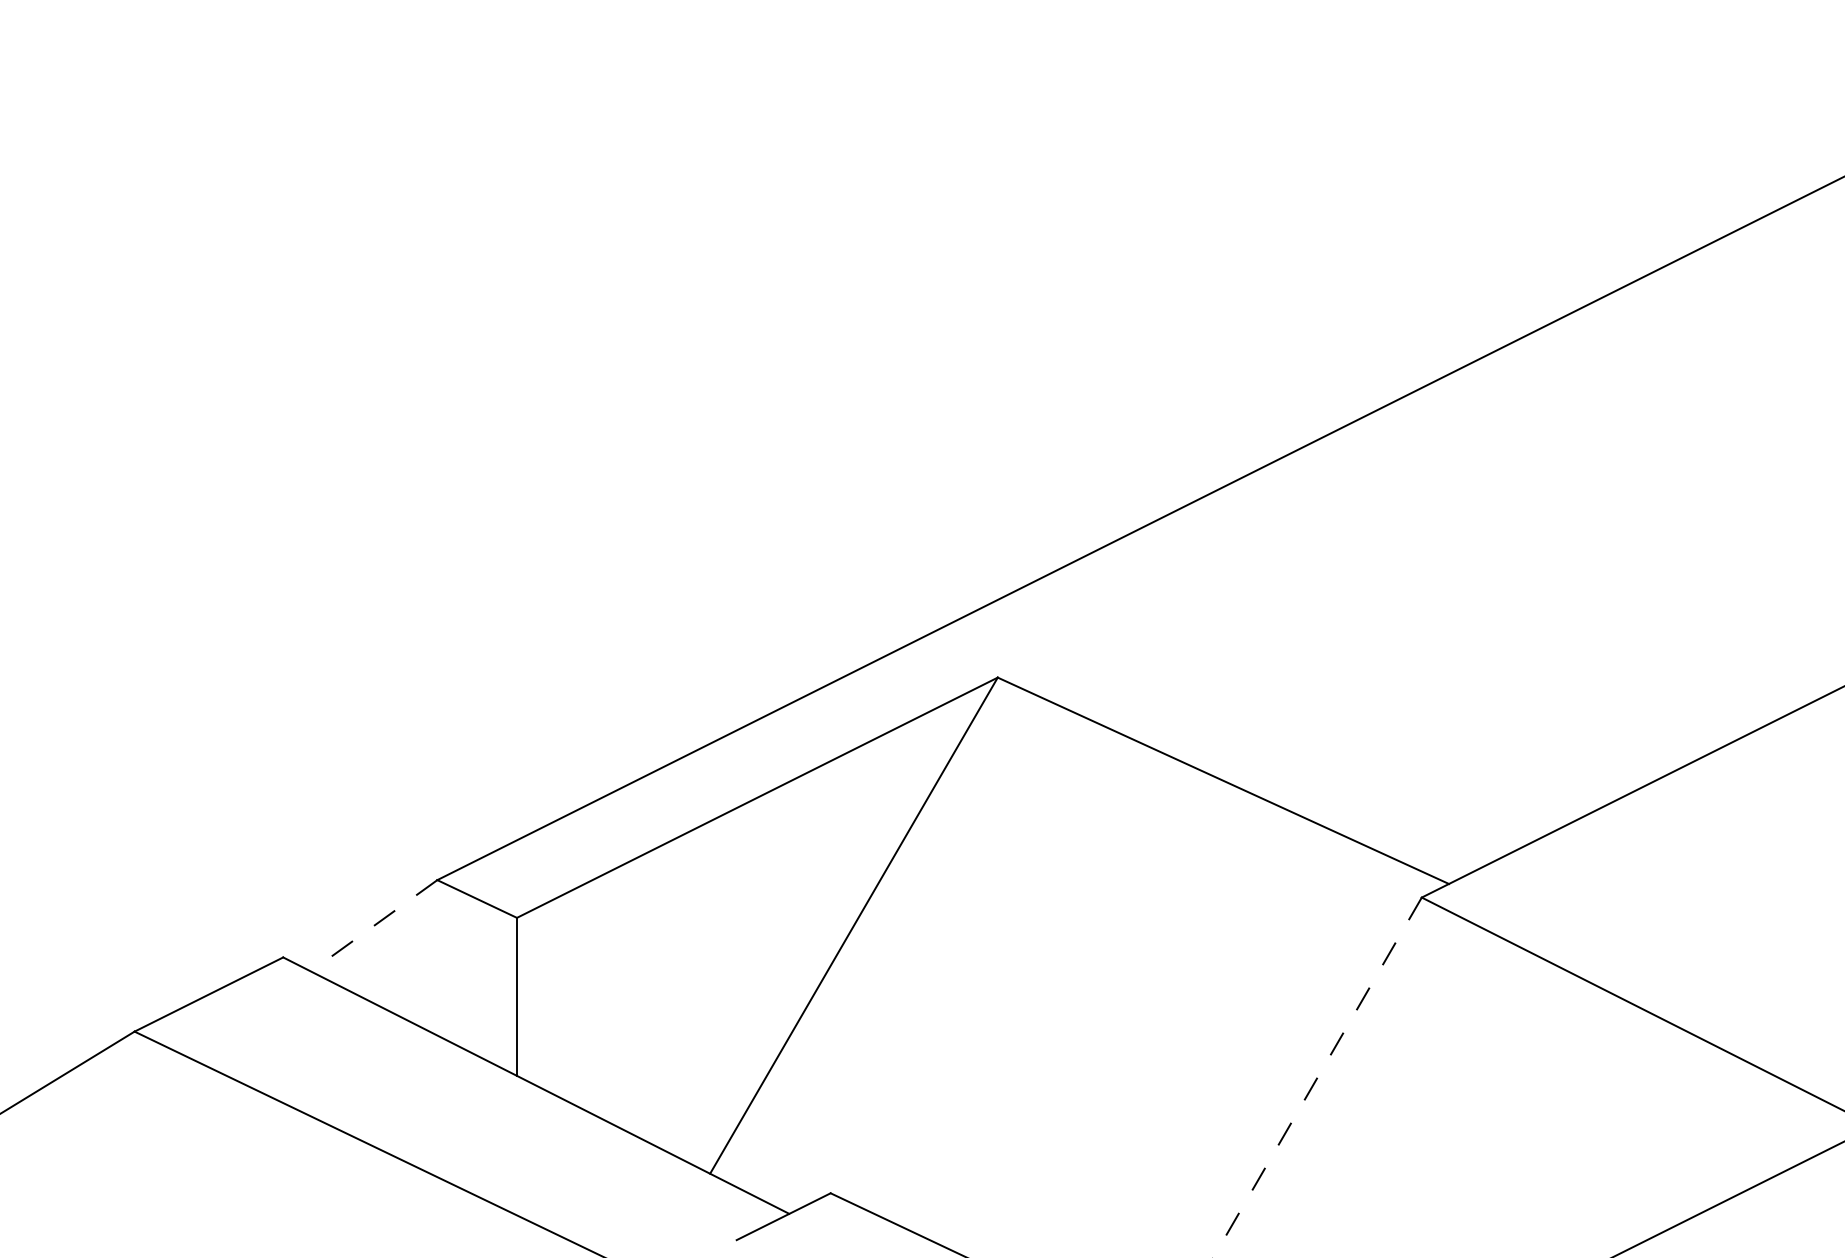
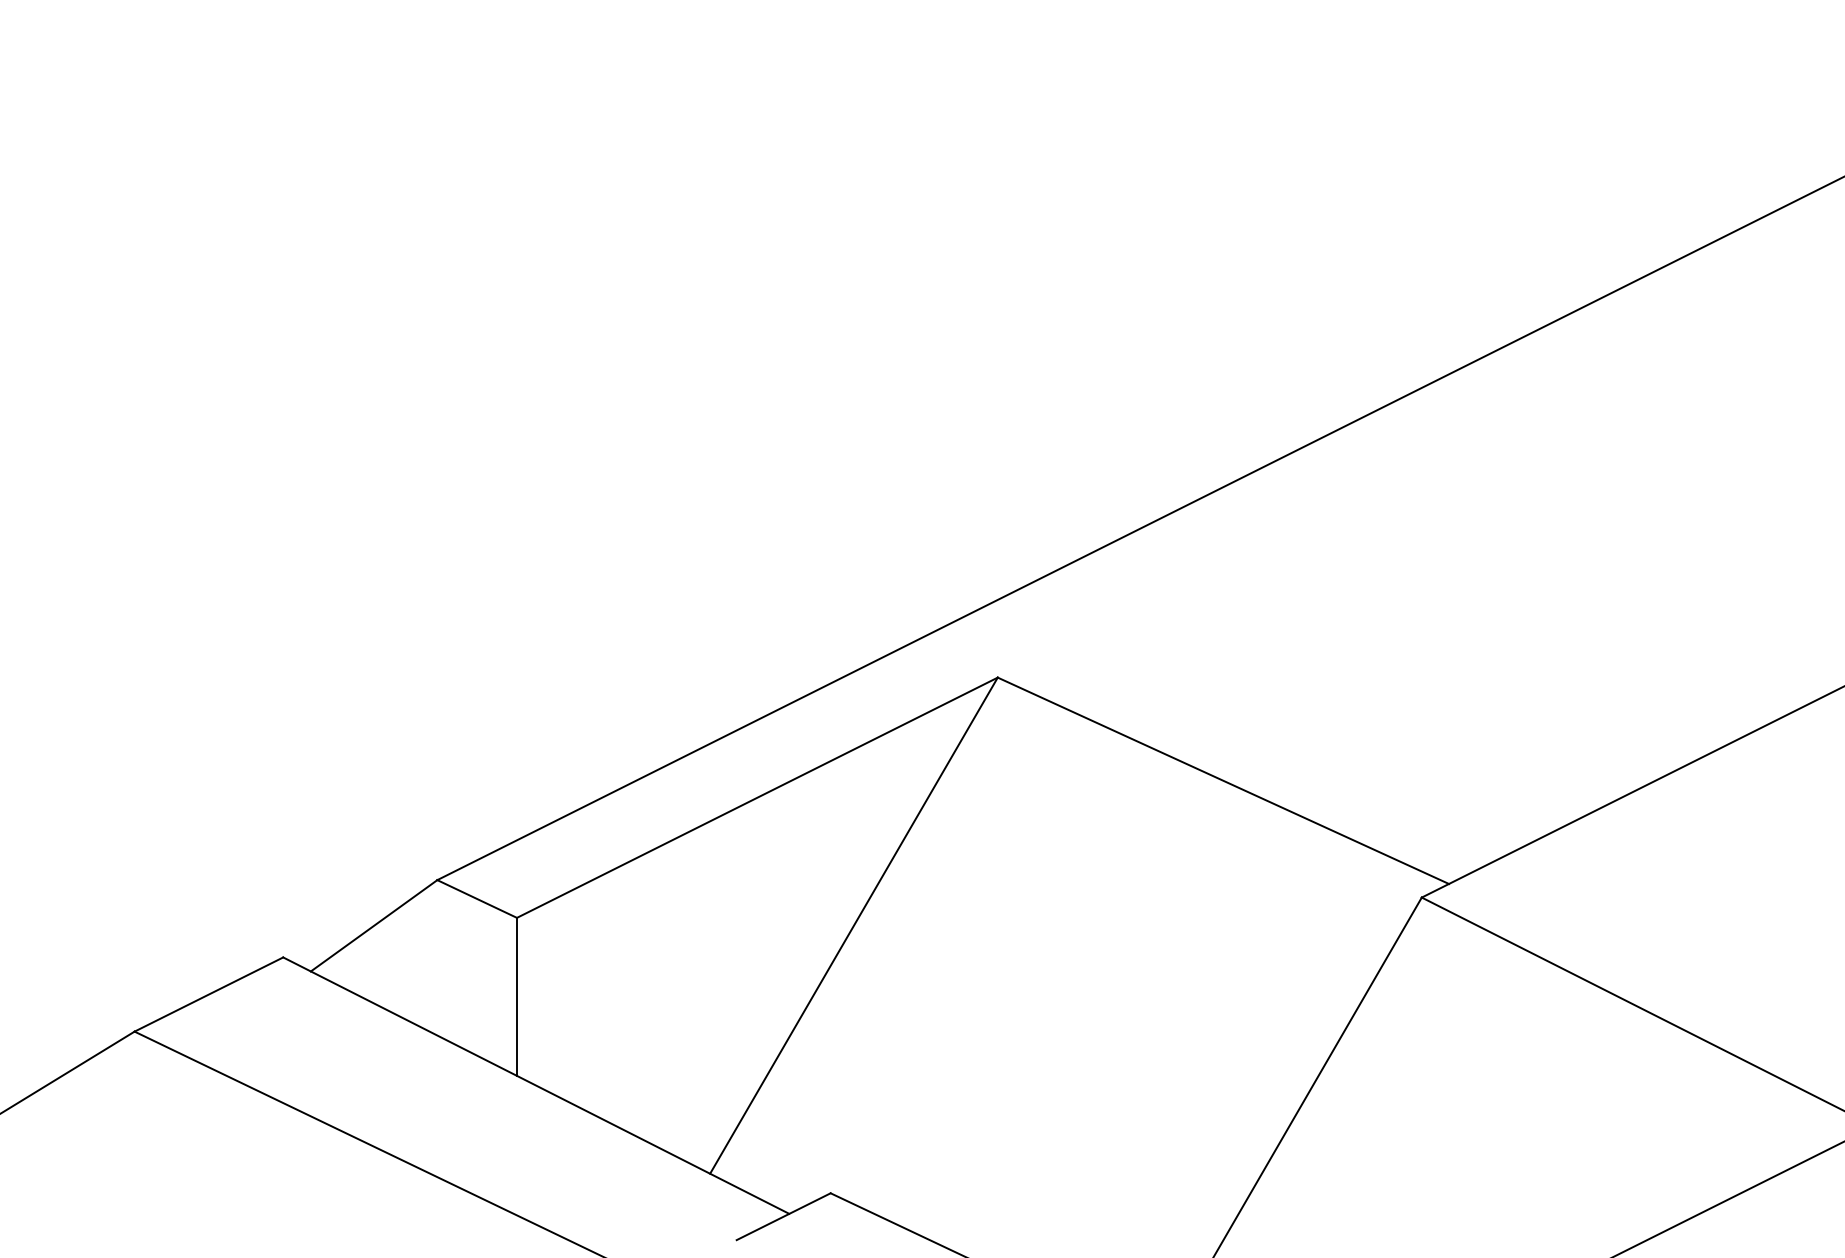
line at (373, 926): dashed -> solid
line at (1317, 1077): dashed -> solid
